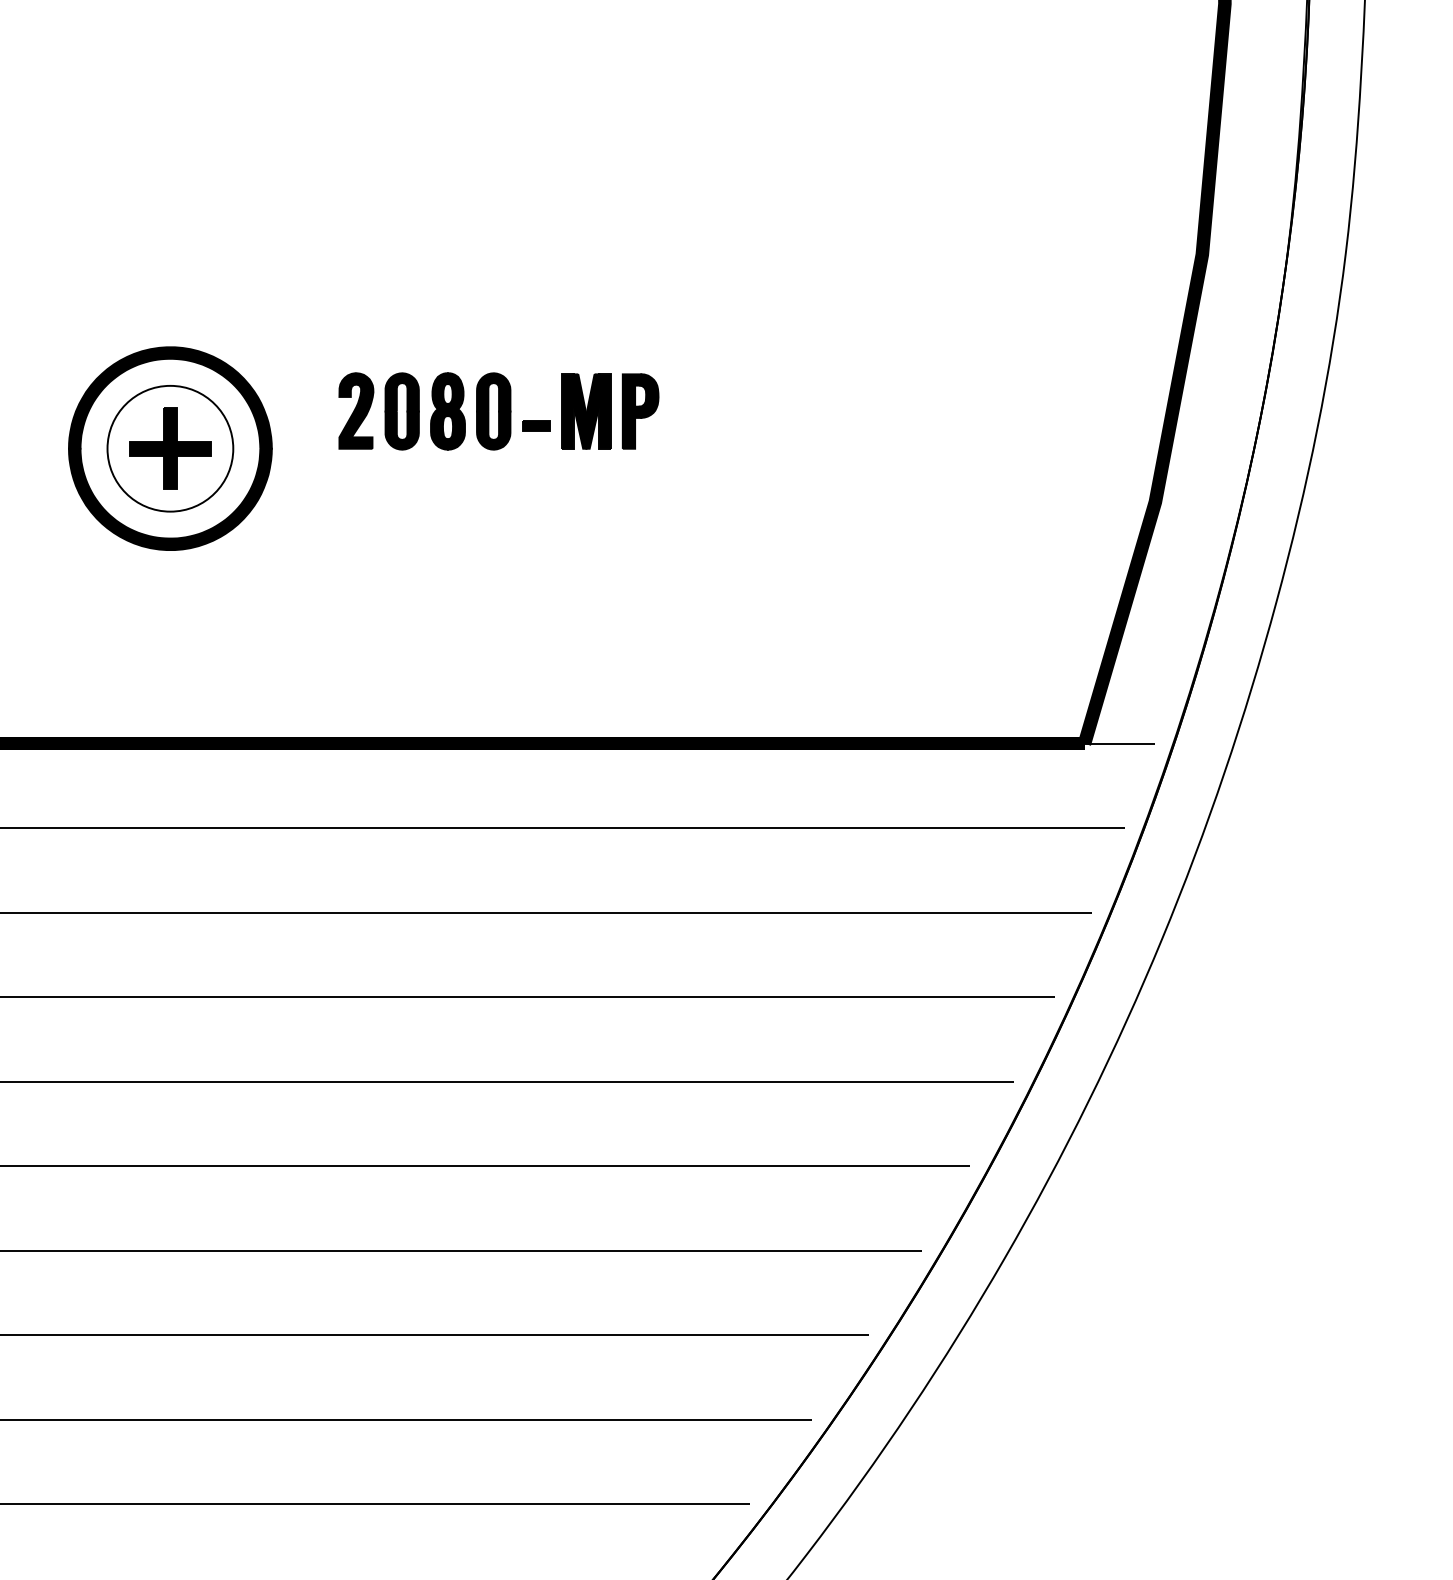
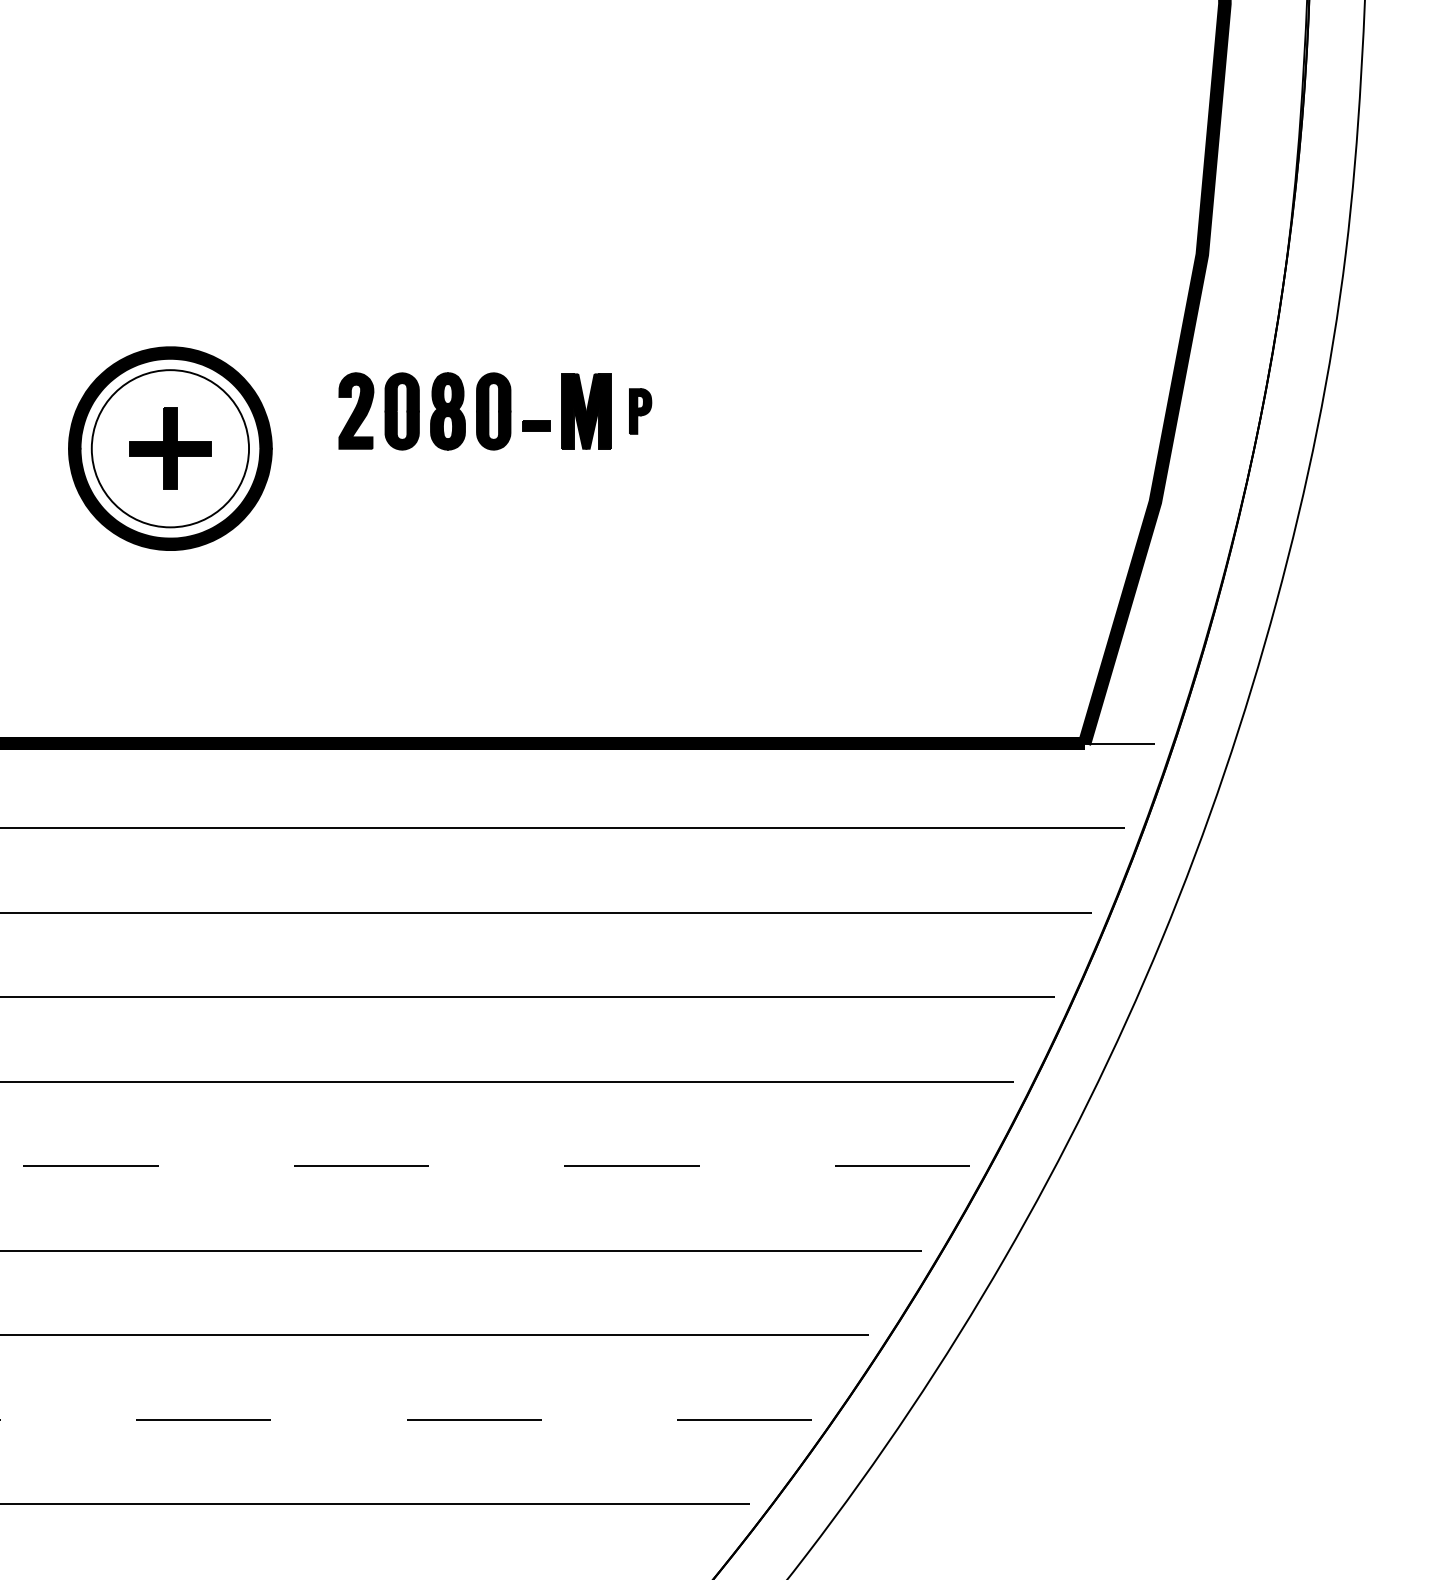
part at (640, 411) size: 39x77 px -> 24x47 px
circle at (170, 448) diameter: 126 px -> 157 px
line at (485, 1166): solid -> dashed
line at (406, 1419): solid -> dashed
